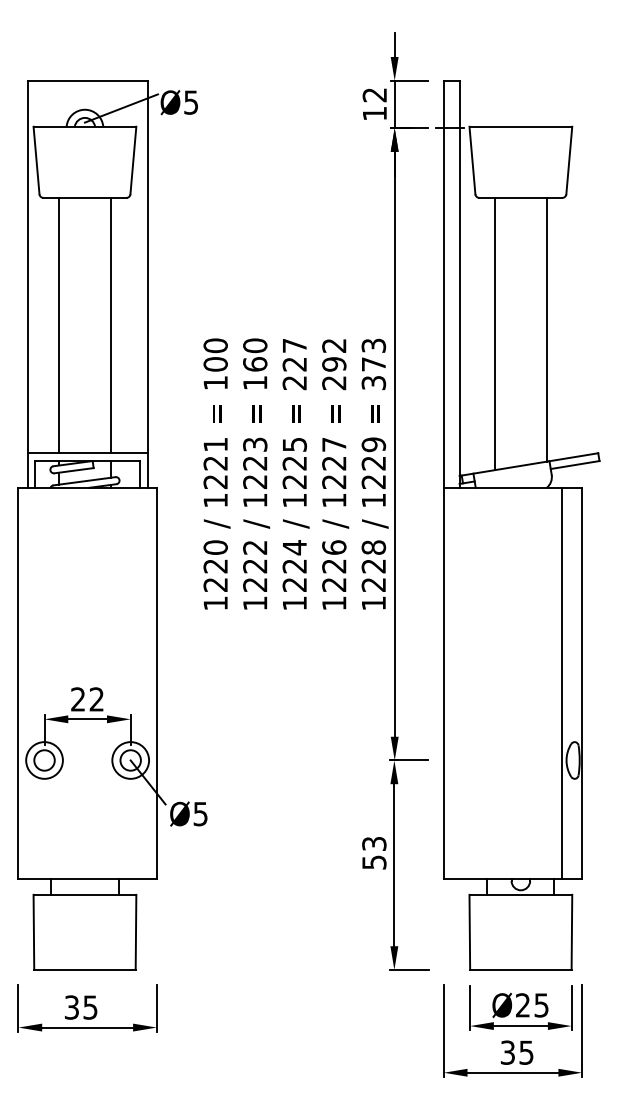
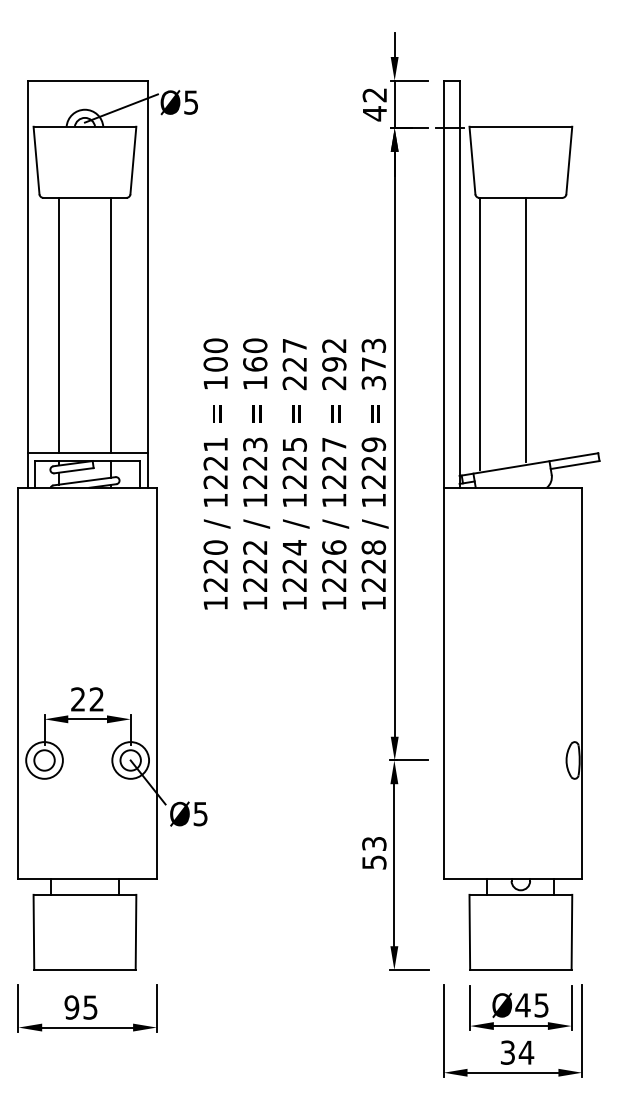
text at (374, 113): 12 -> 42
line at (546, 329) position: (546, 329) -> (525, 329)
line at (495, 333) position: (495, 333) -> (480, 333)
line at (562, 683): present -> none
text at (522, 1005): Ø25 -> Ø45
text at (71, 1007): 35 -> 95
text at (526, 1052): 35 -> 34
